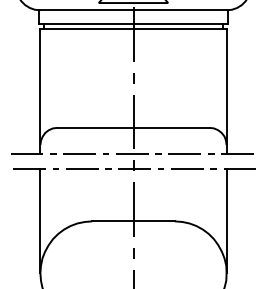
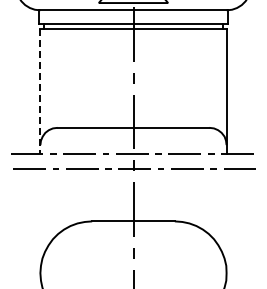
line at (40, 91): solid -> dashed
line at (40, 221): present -> none
line at (226, 221): present -> none
